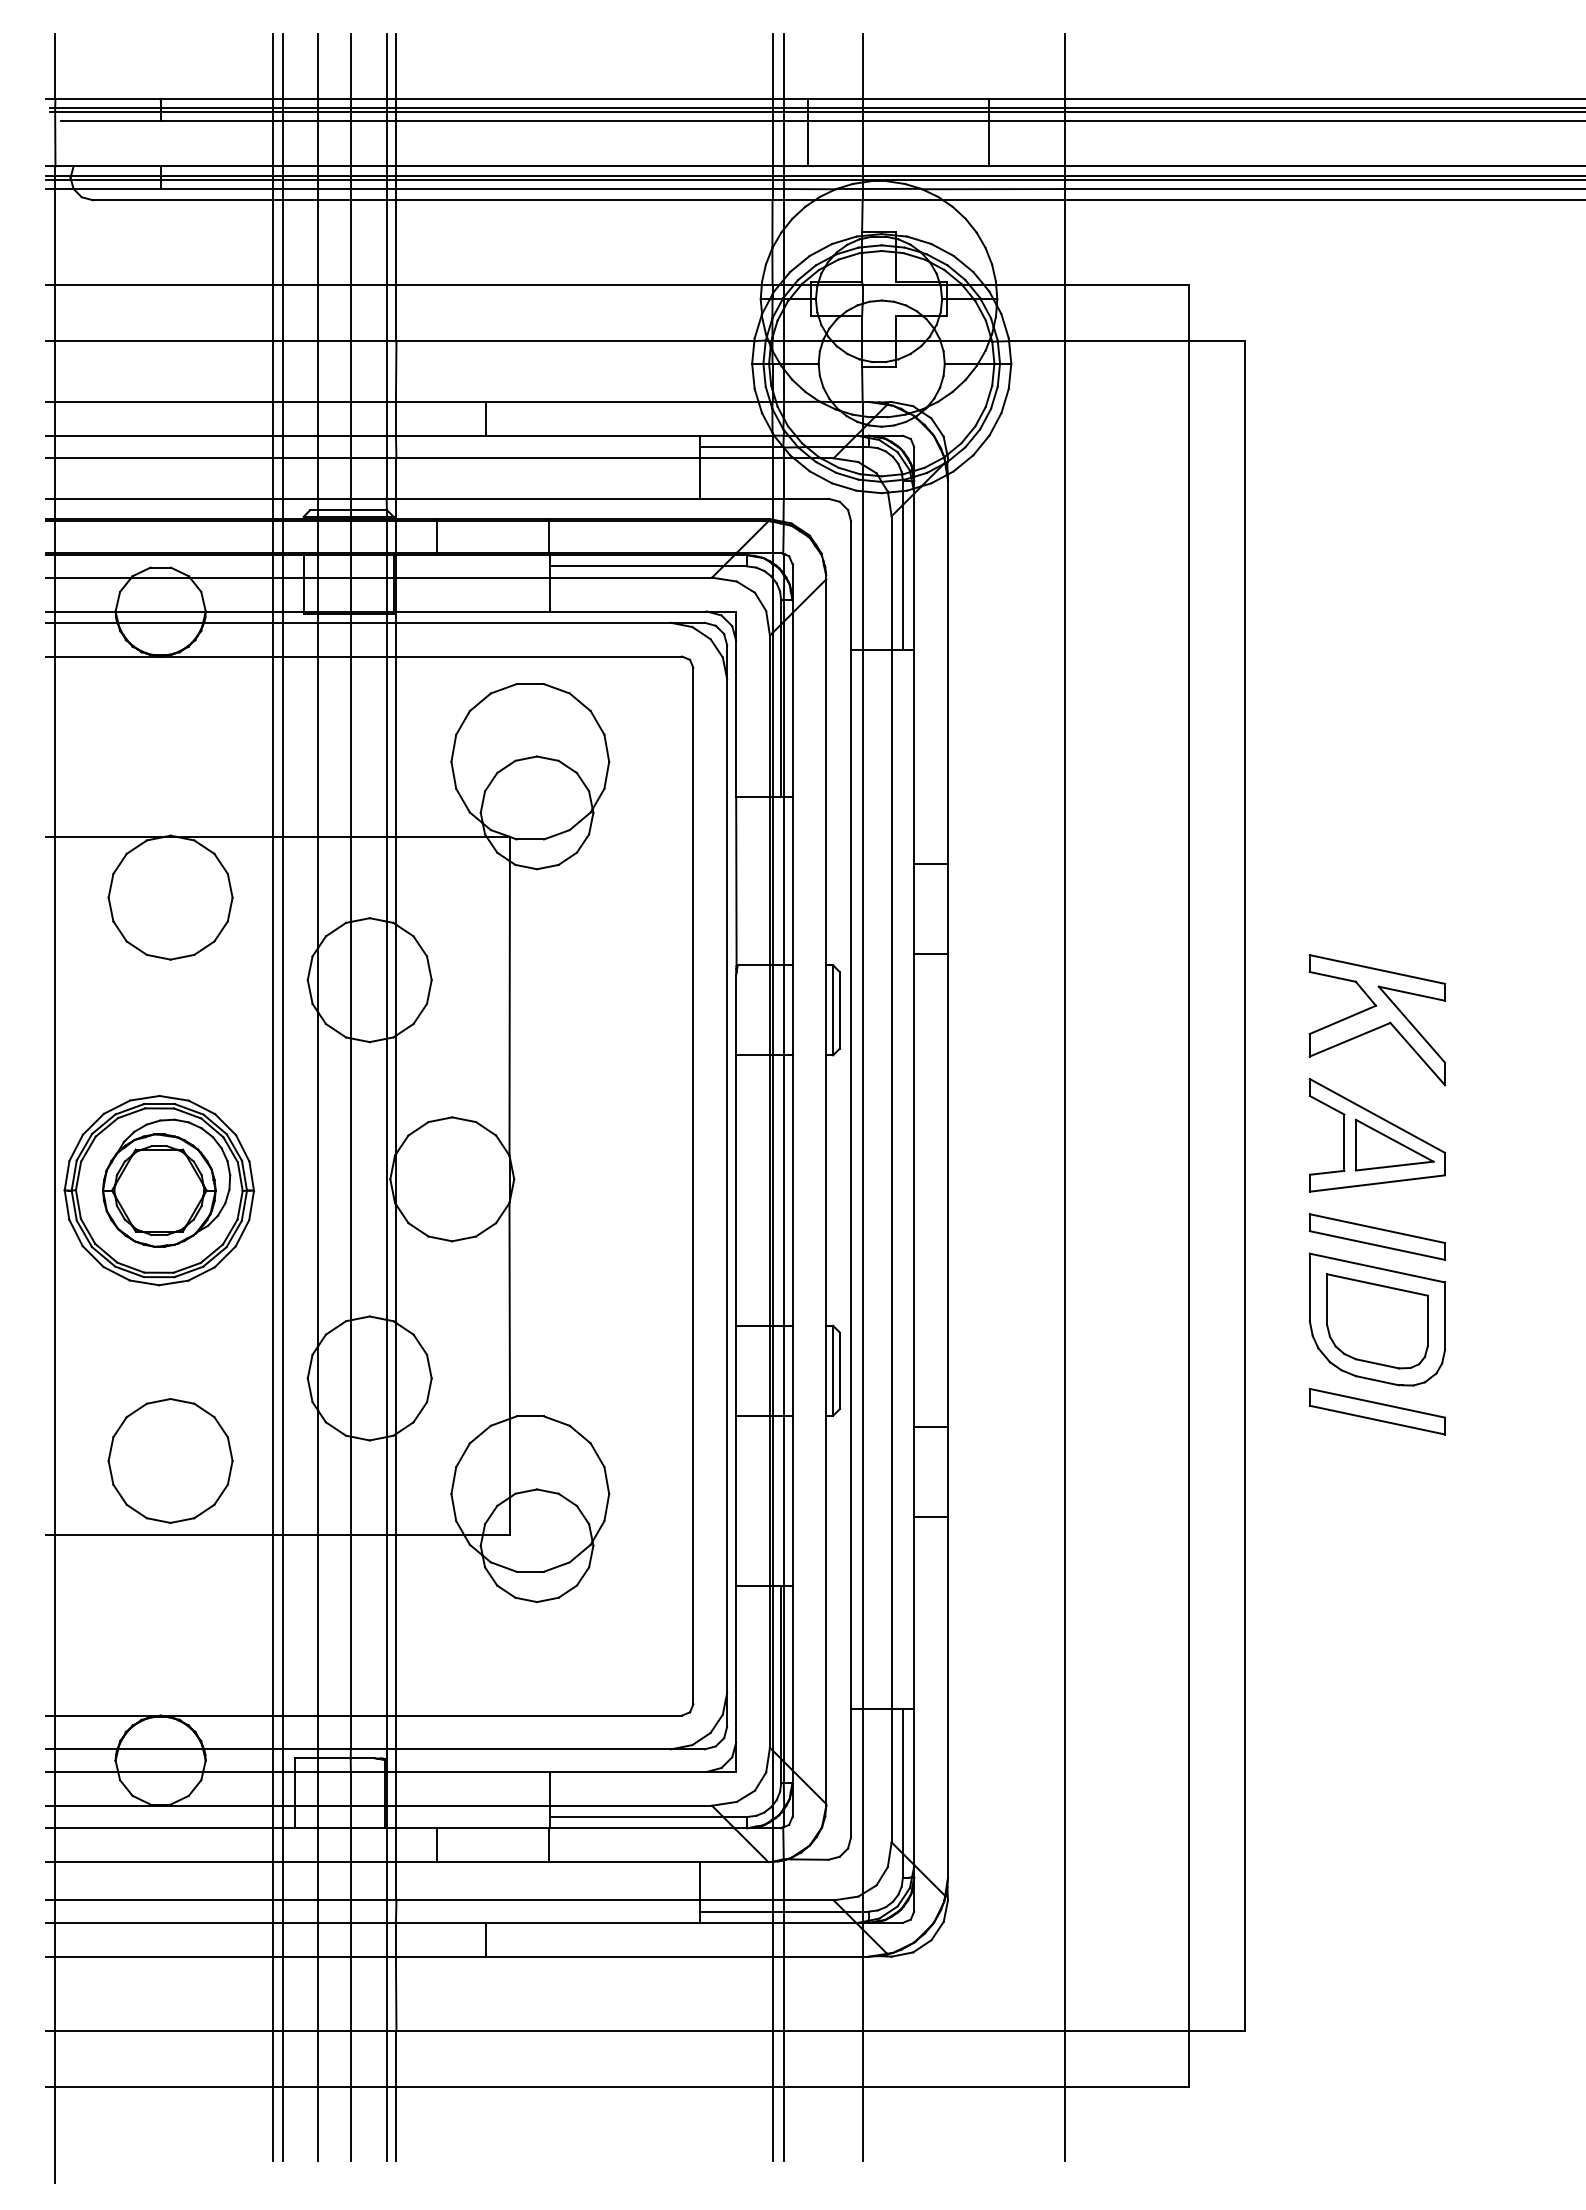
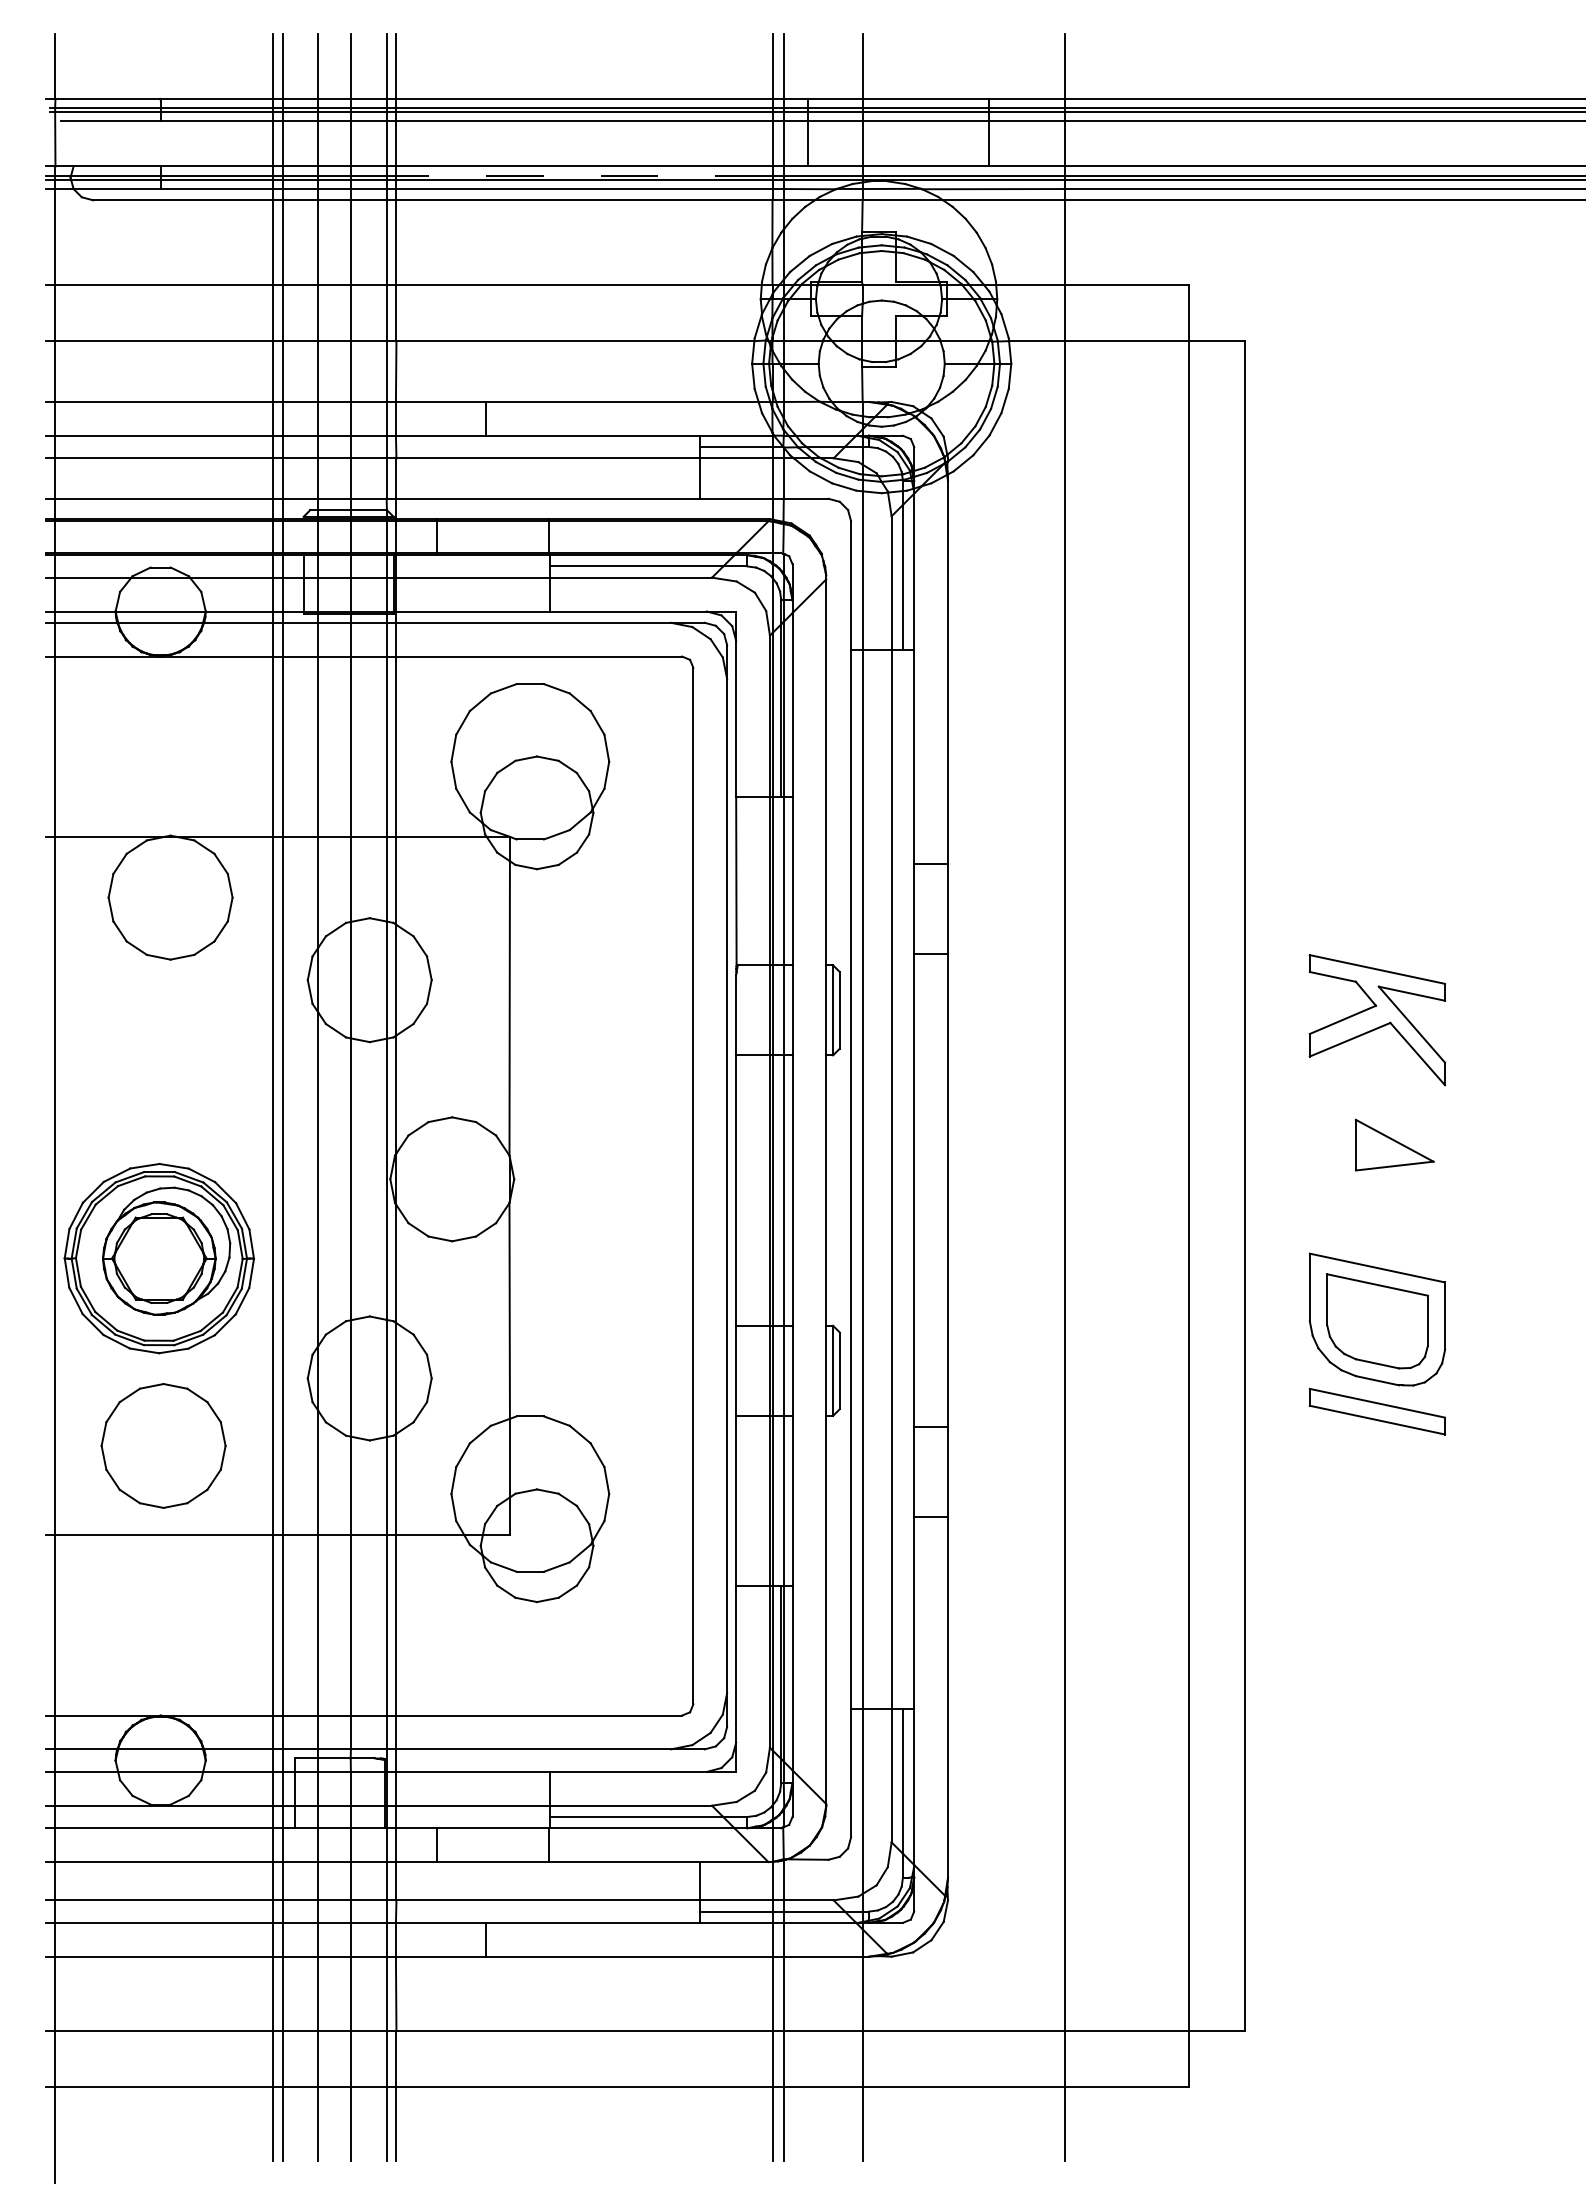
line at (584, 175): solid -> dashed
part at (1377, 1135): present -> none
part at (158, 1190) position: (158, 1190) -> (158, 1258)
part at (1376, 1236): present -> none
part at (170, 1460) position: (170, 1460) -> (163, 1445)
